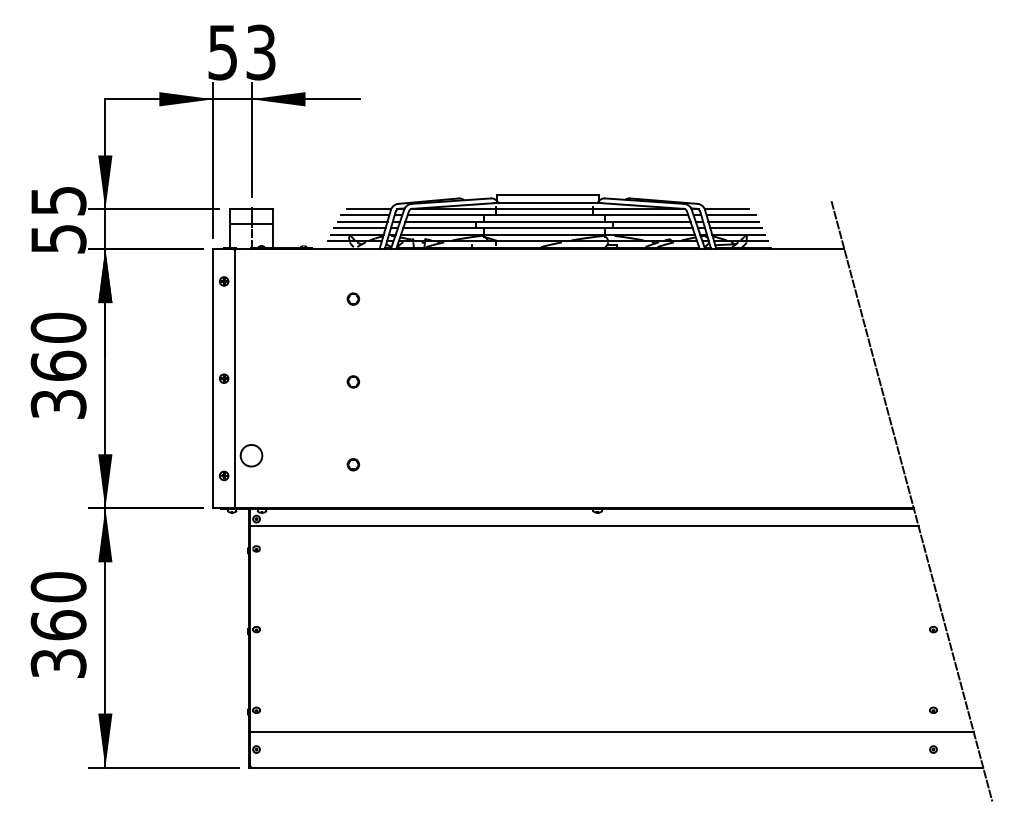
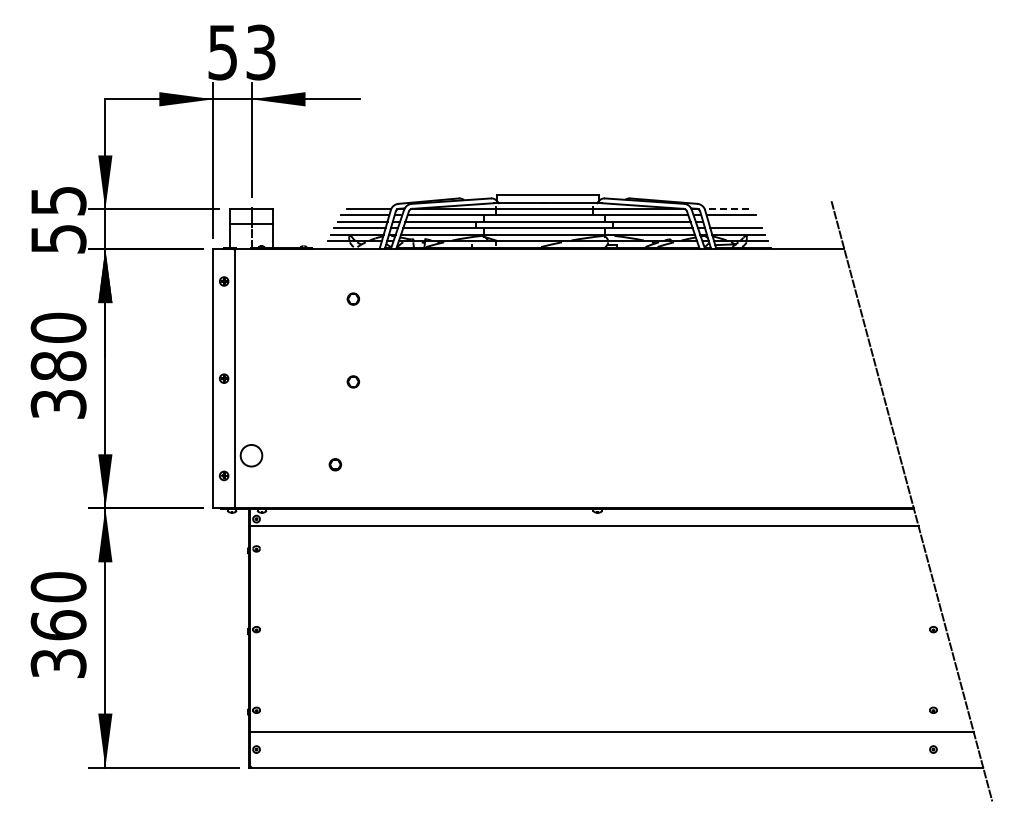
line at (726, 209): solid -> dashed
line at (733, 221): present -> none
text at (58, 365): 360 -> 380
part at (353, 464) position: (353, 464) -> (335, 464)
